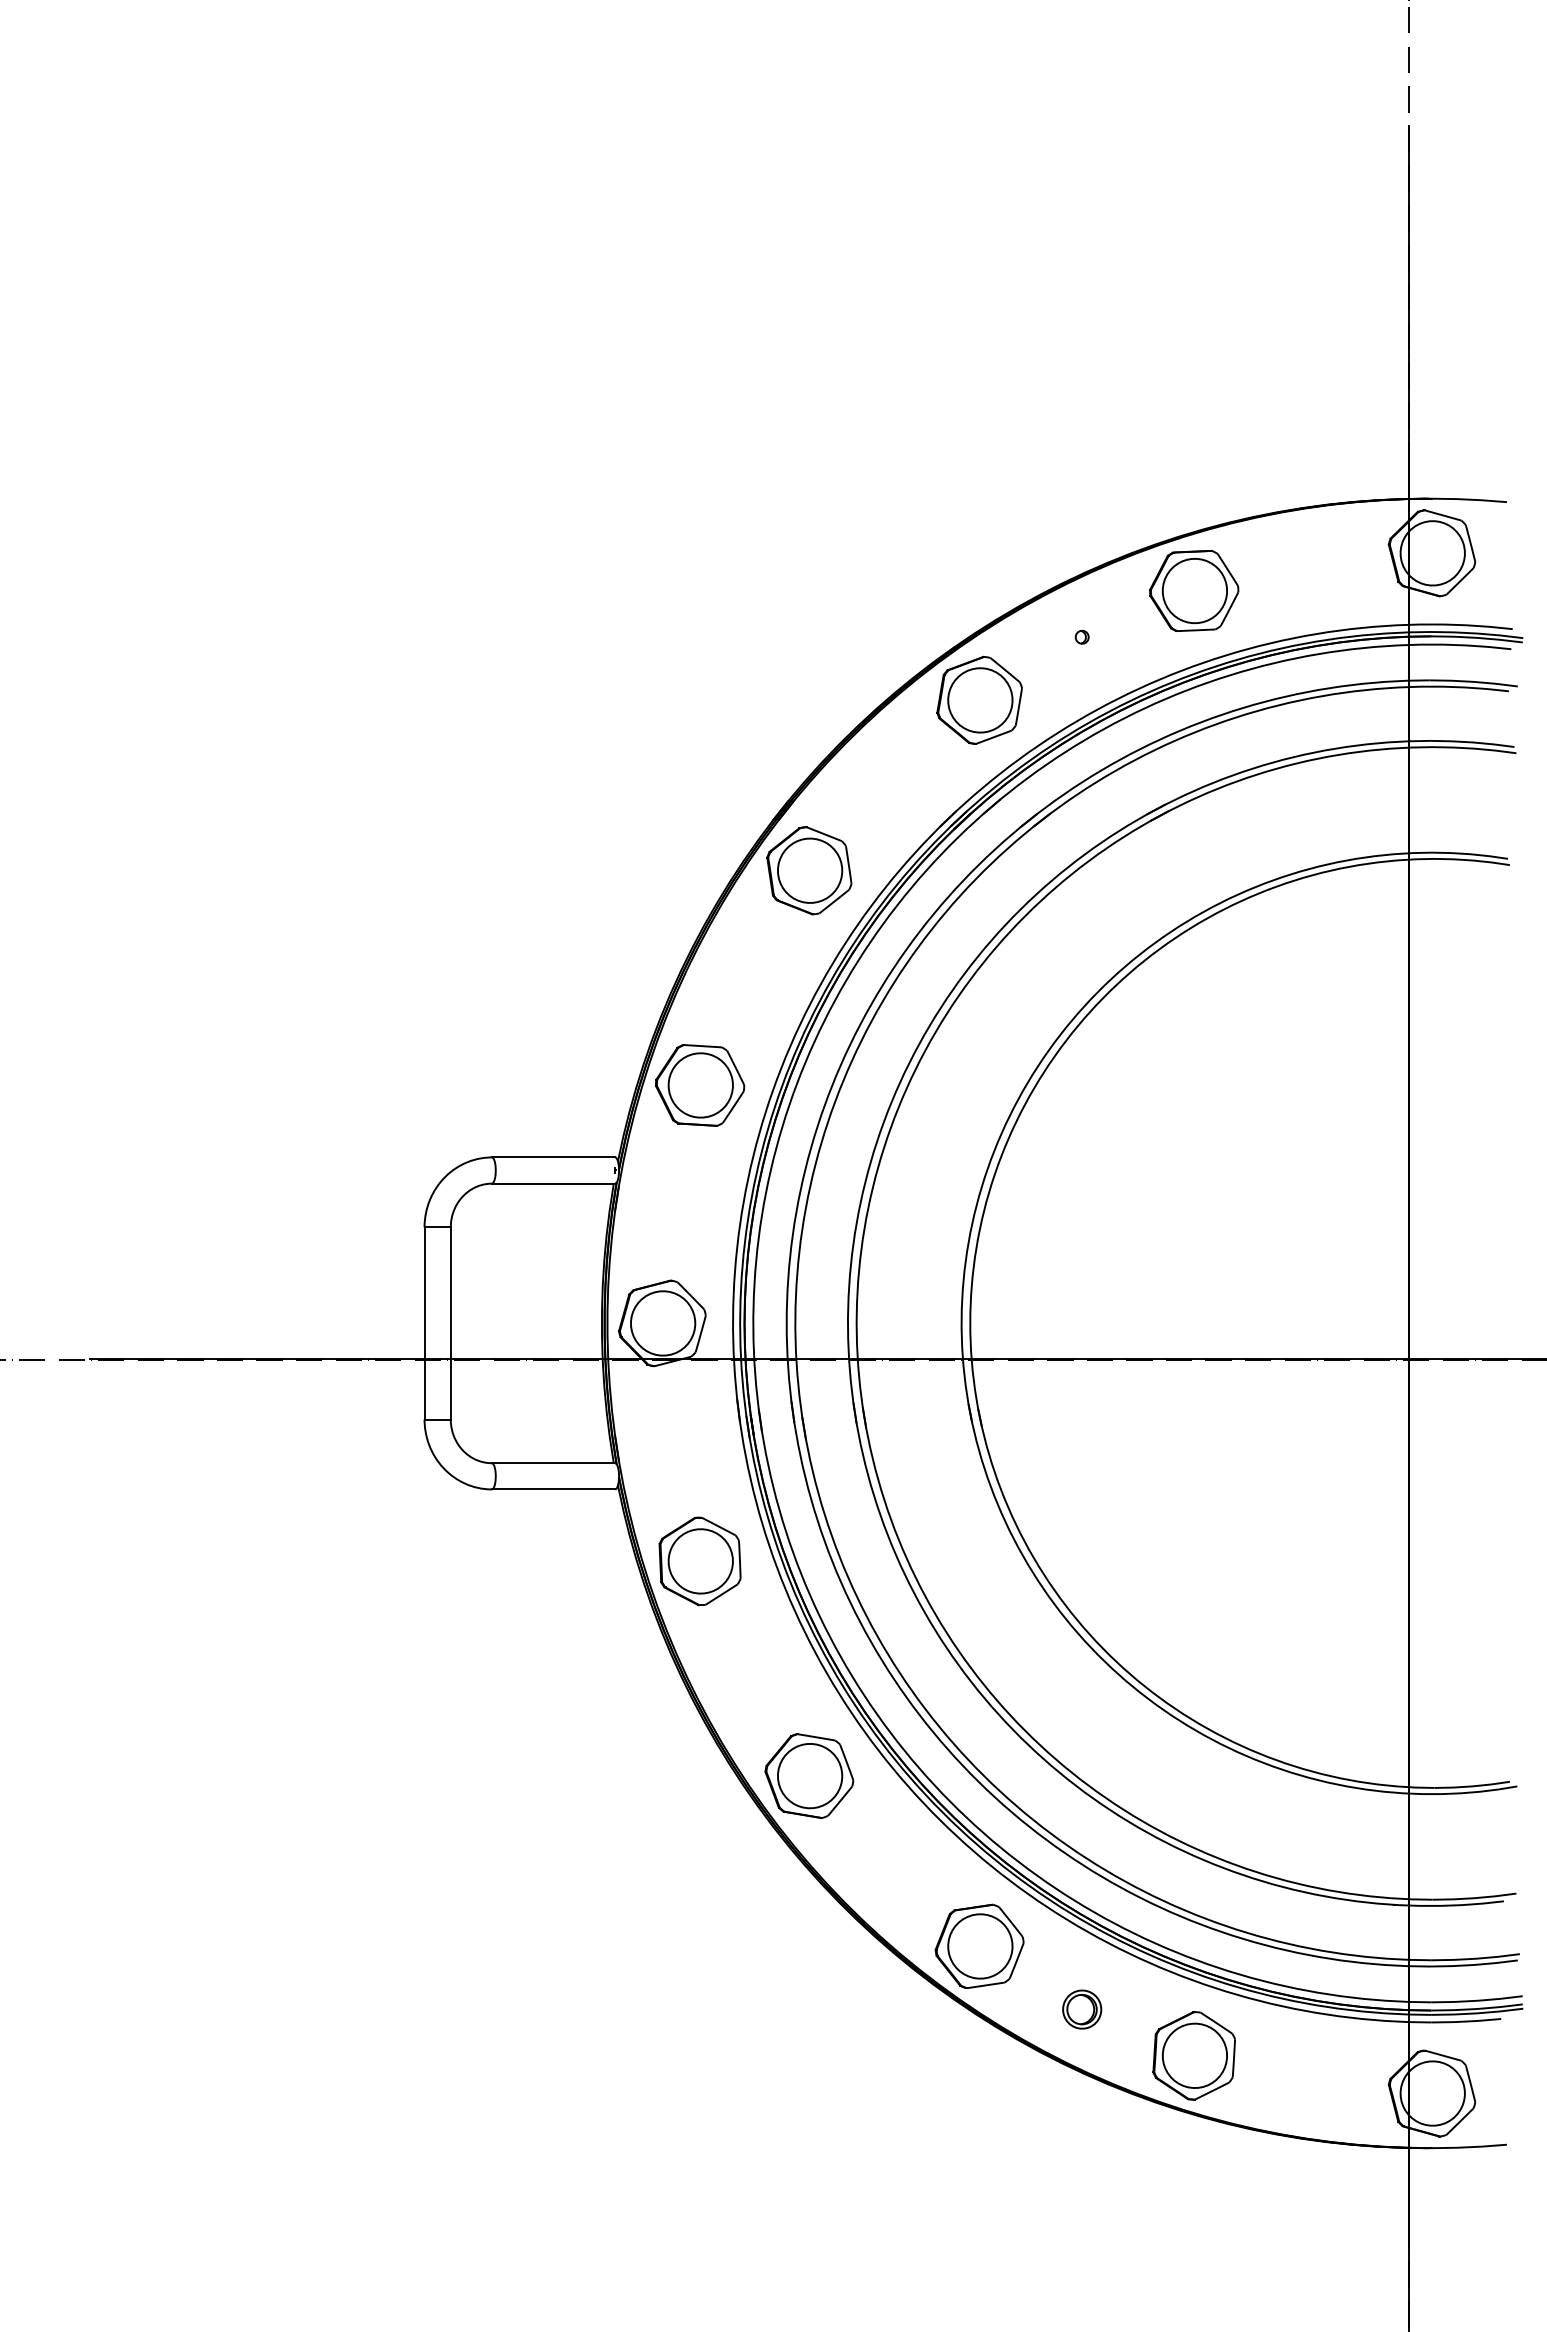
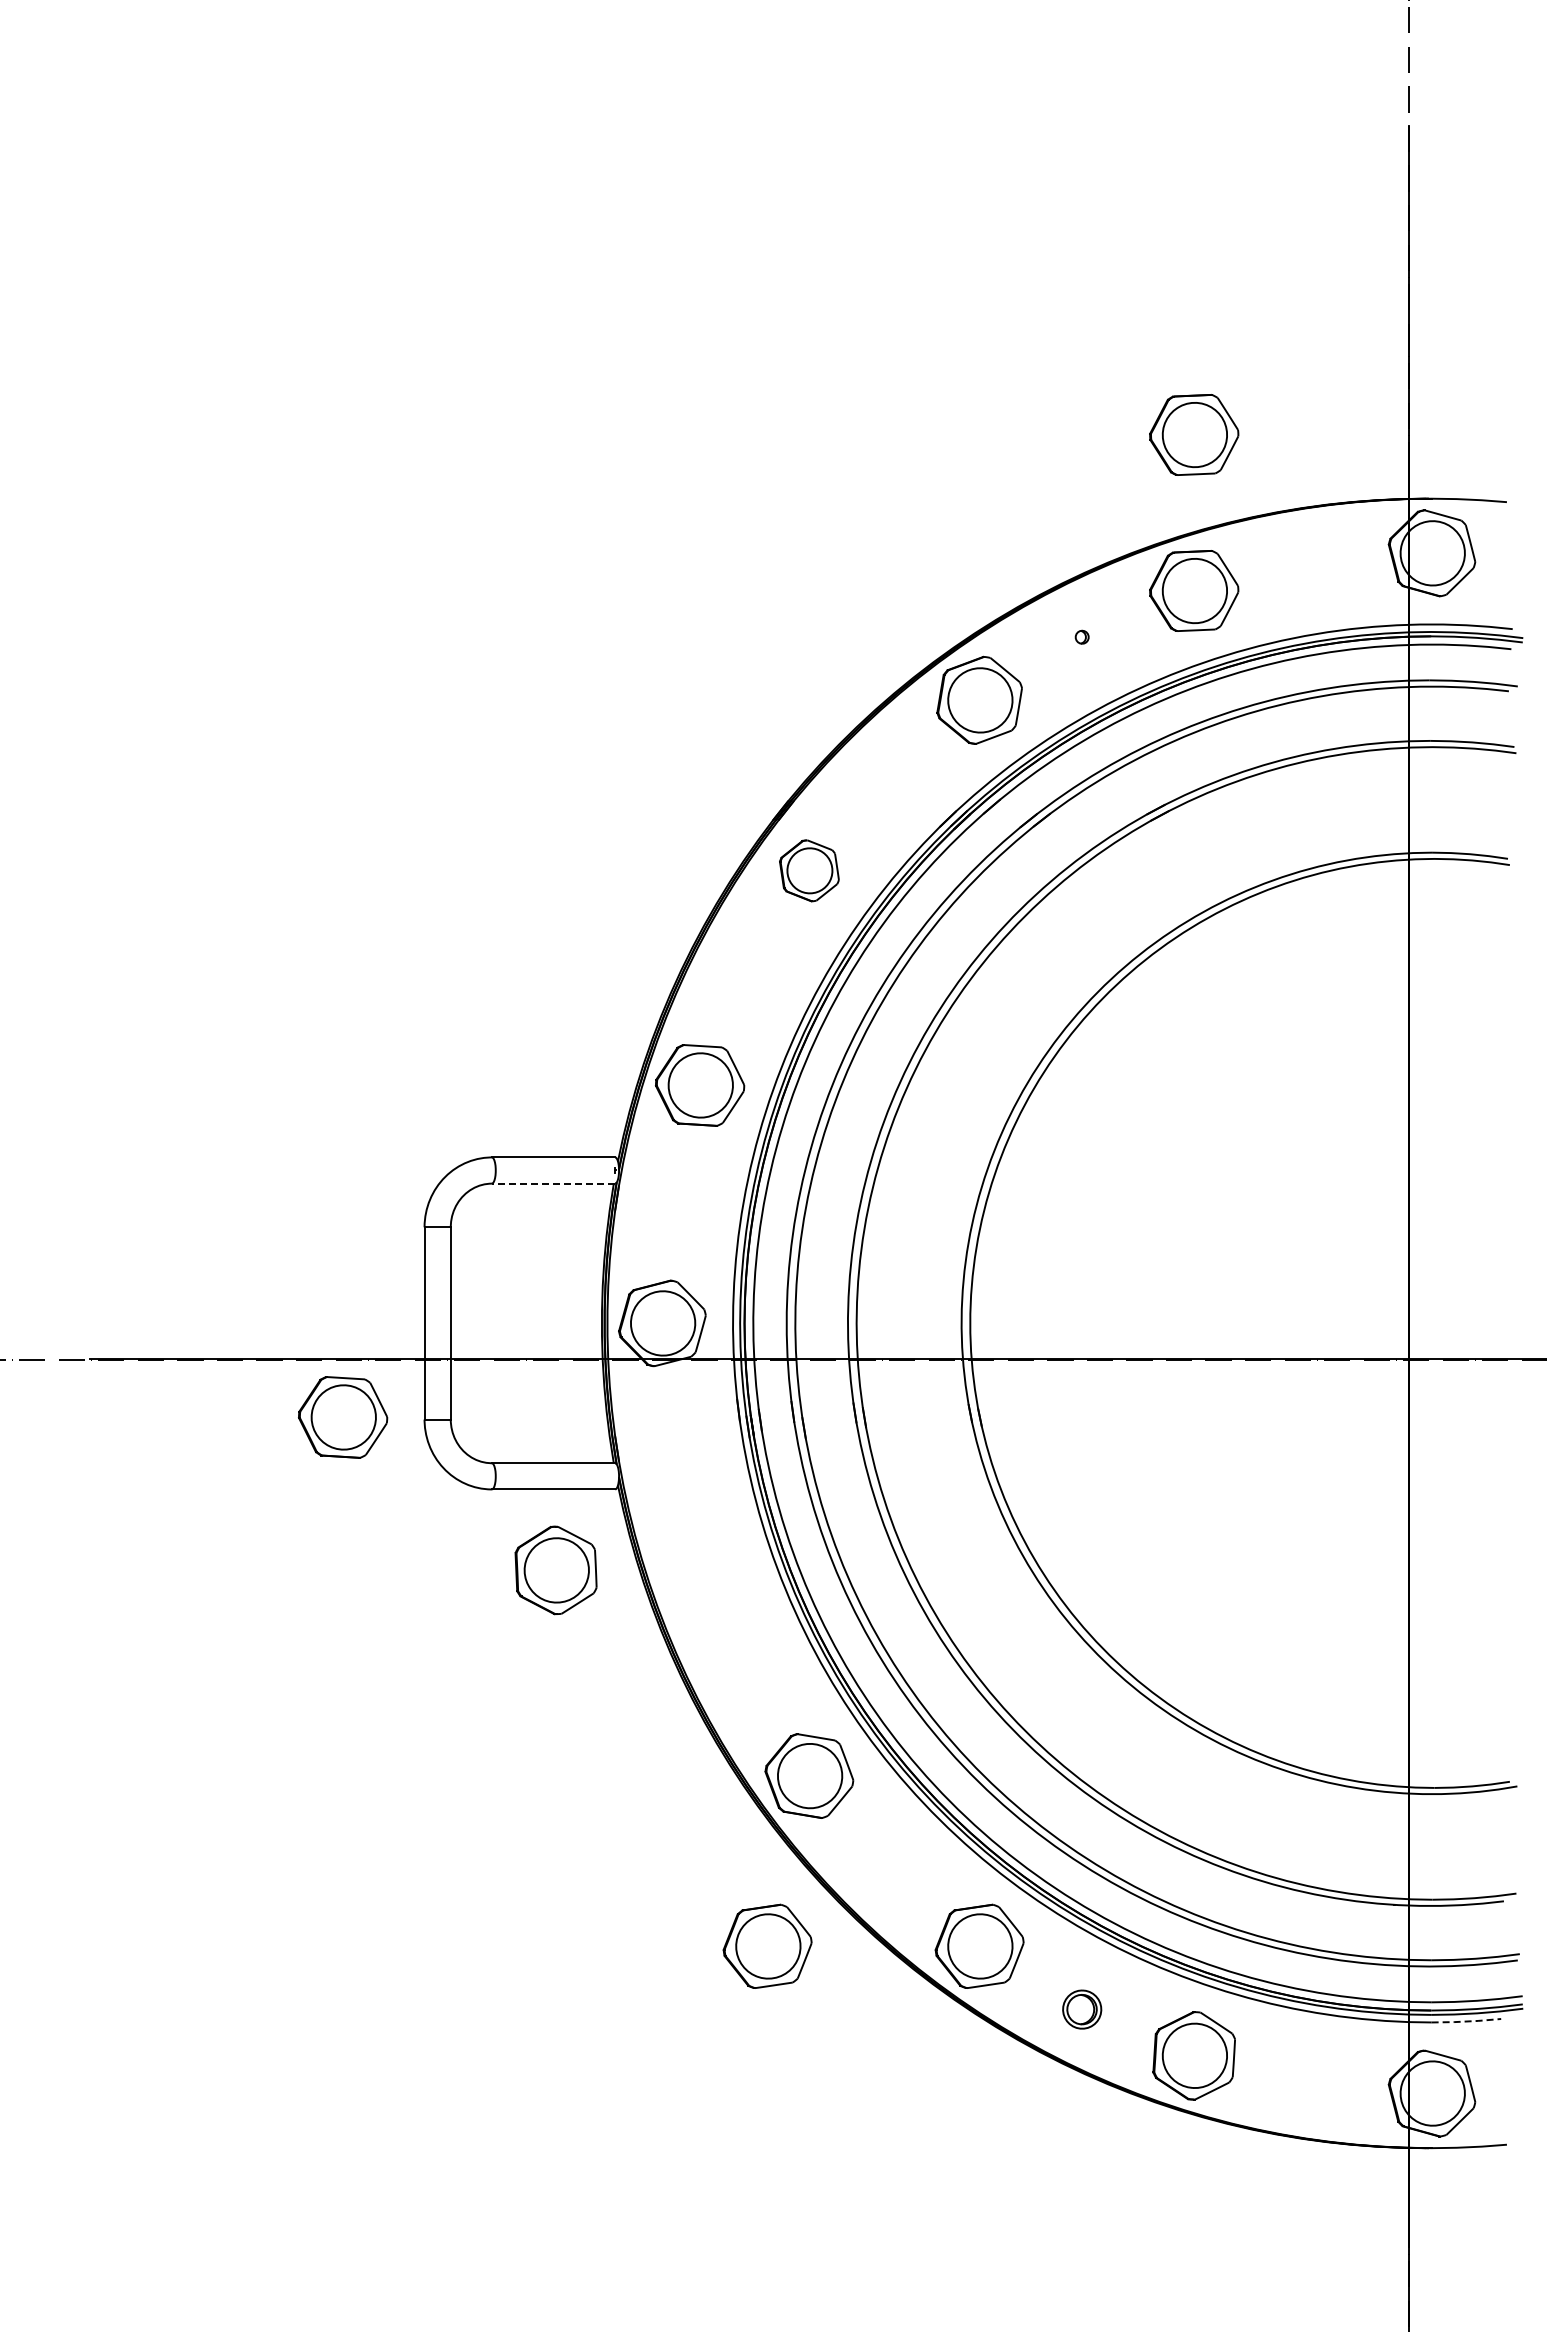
part at (1194, 434): none -> present
part at (809, 870) size: 87x90 px -> 61x64 px
line at (553, 1183): solid -> dashed
part at (343, 1417): none -> present
part at (699, 1561) position: (699, 1561) -> (555, 1570)
part at (767, 1945): none -> present
line at (1466, 2021): solid -> dashed
